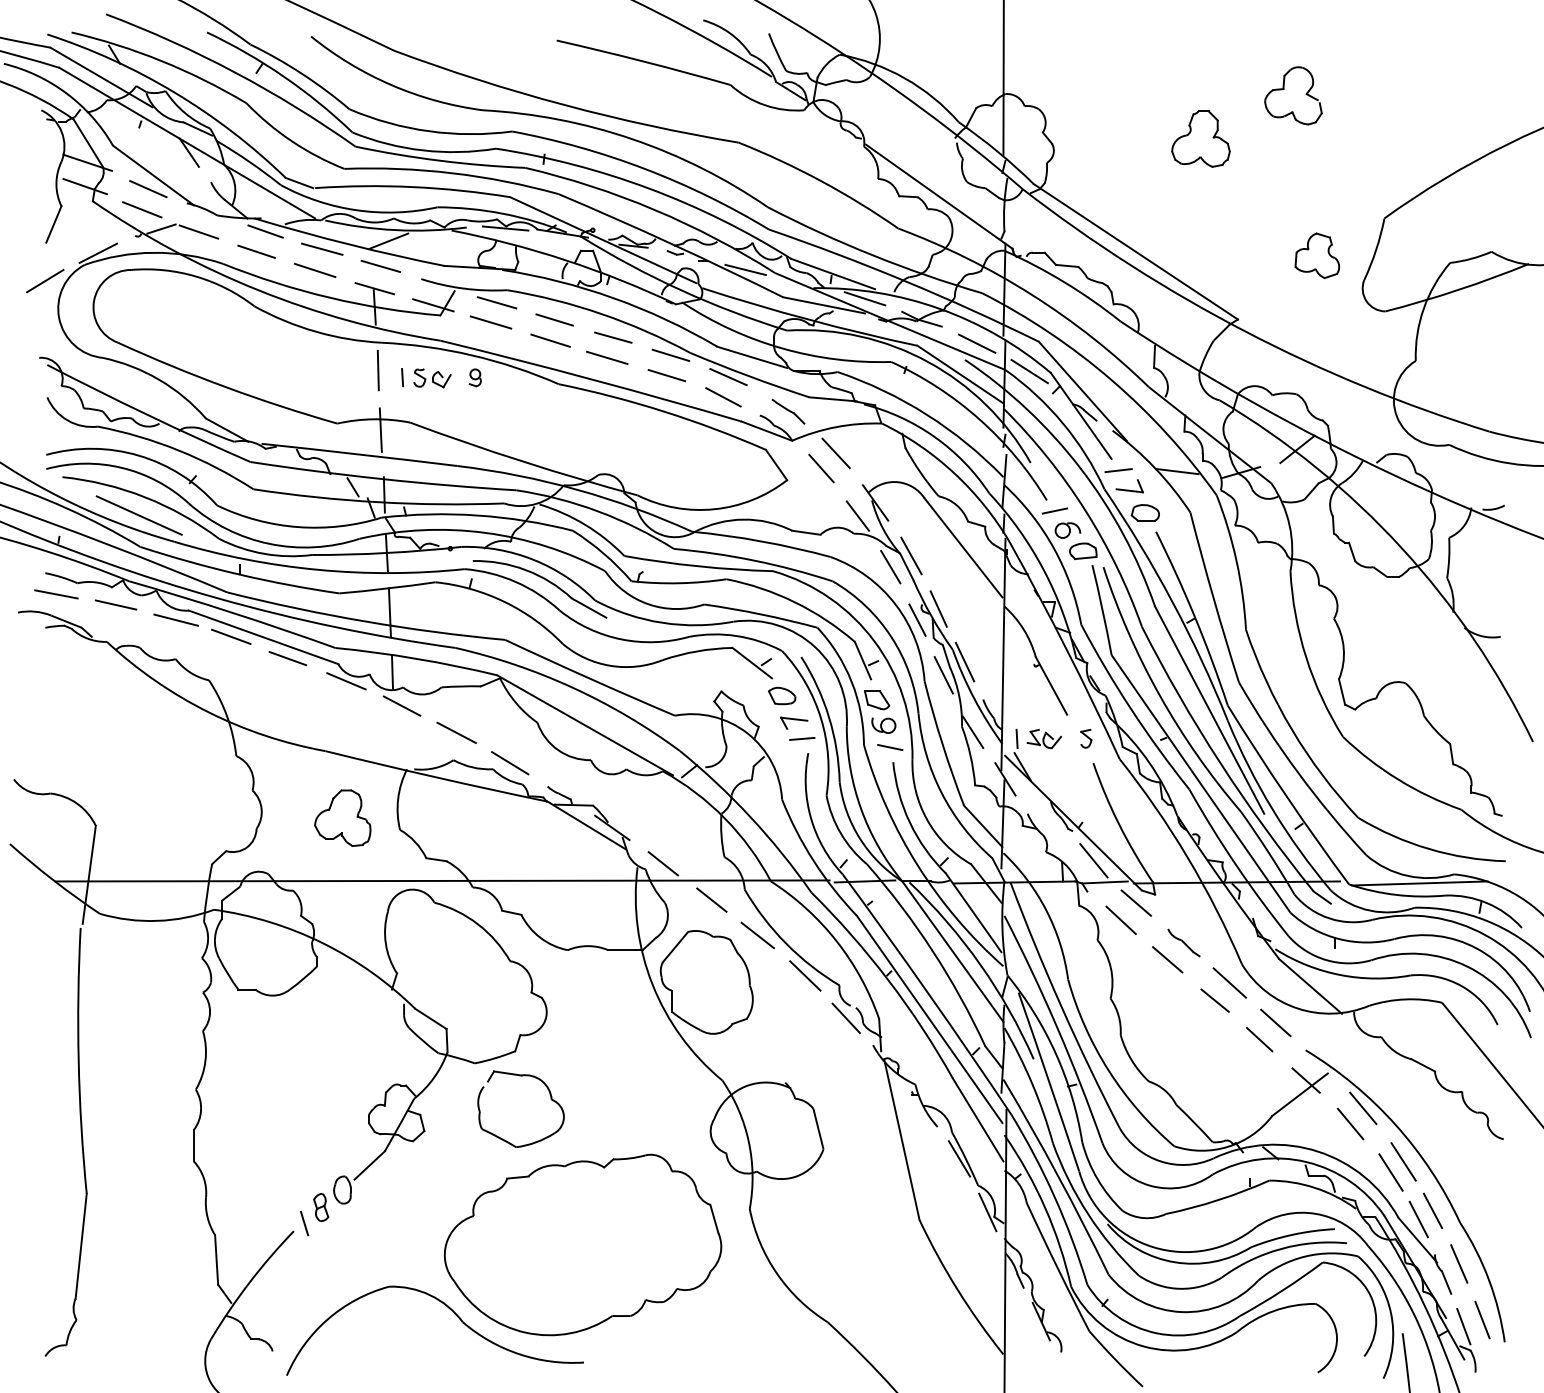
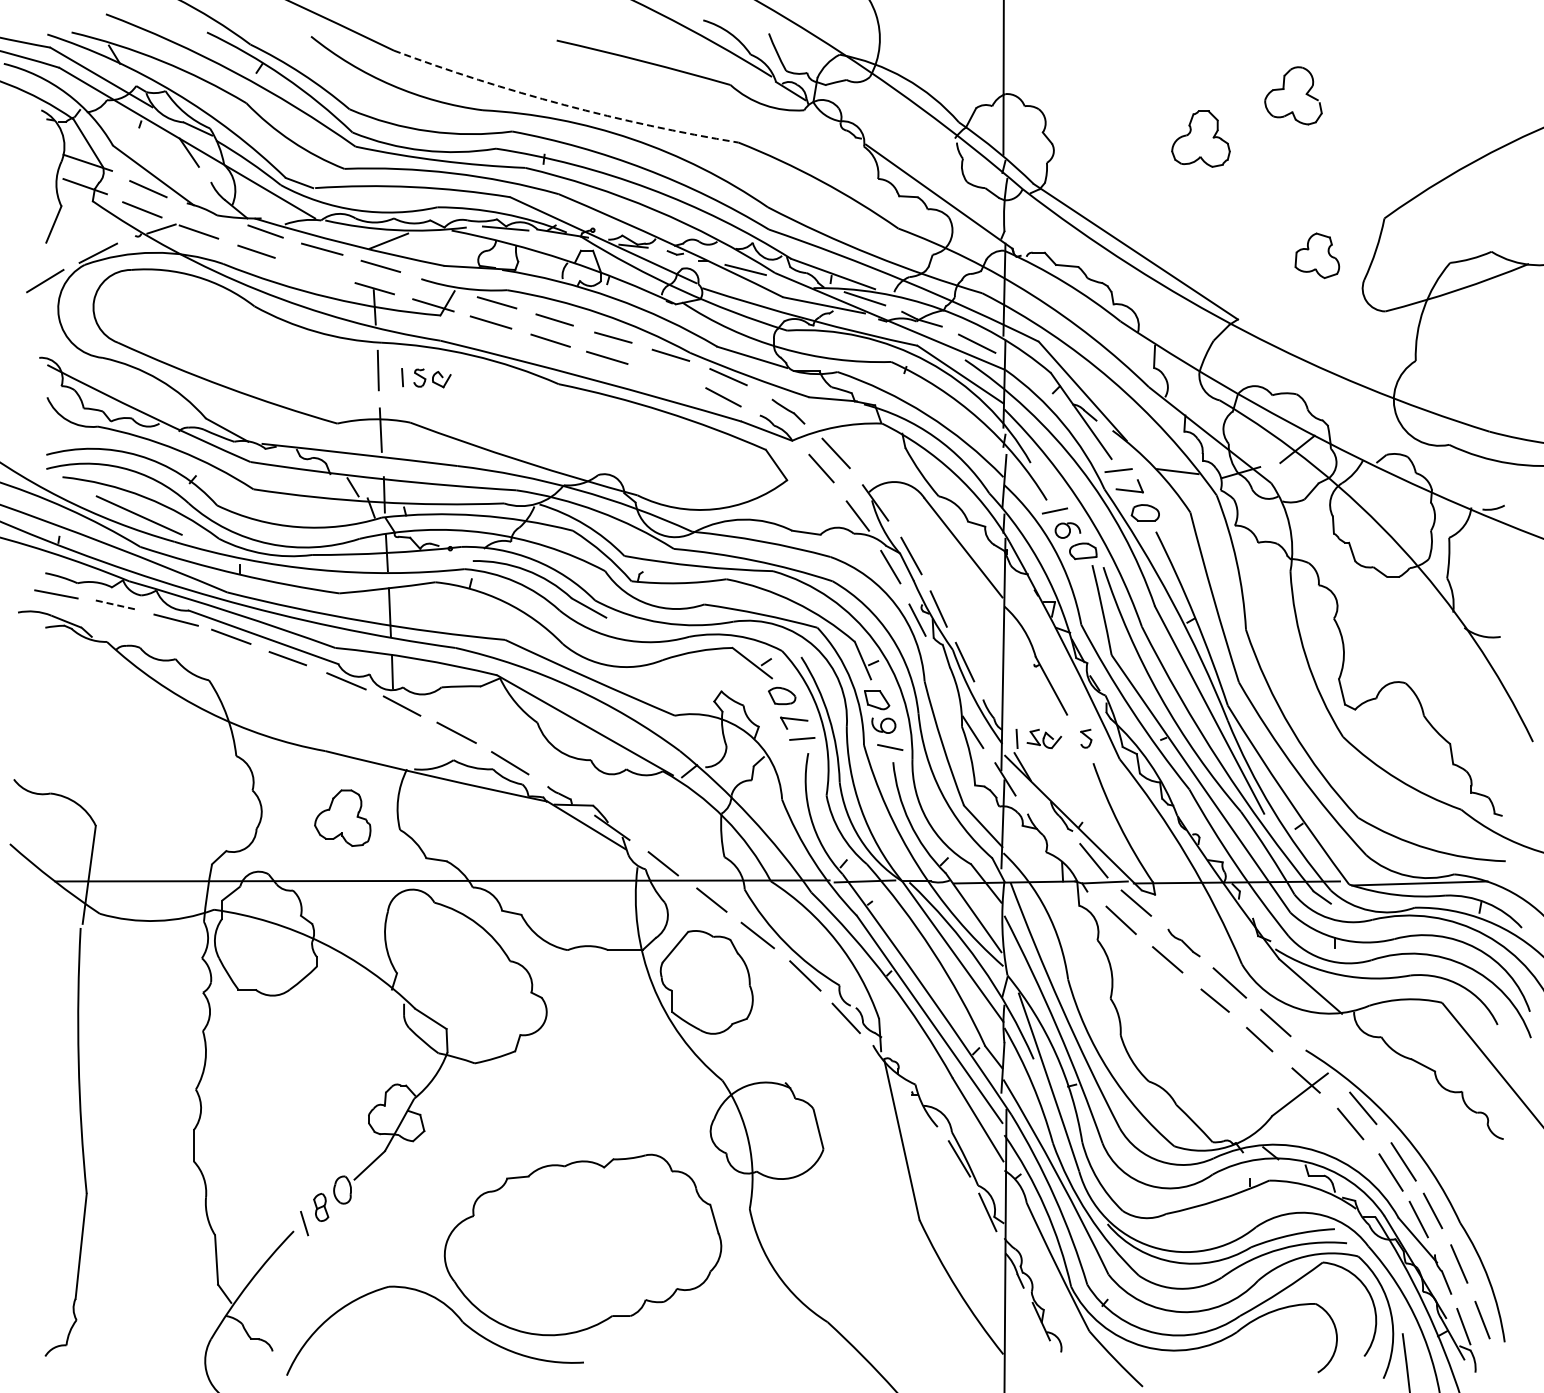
arc at (564, 104): solid -> dashed
line at (314, 270): present -> none
line at (1029, 371): present -> none
line at (666, 375): present -> none
part at (474, 377): present -> none
line at (116, 605): solid -> dashed
line at (943, 675): present -> none
part at (550, 1099): present -> none
